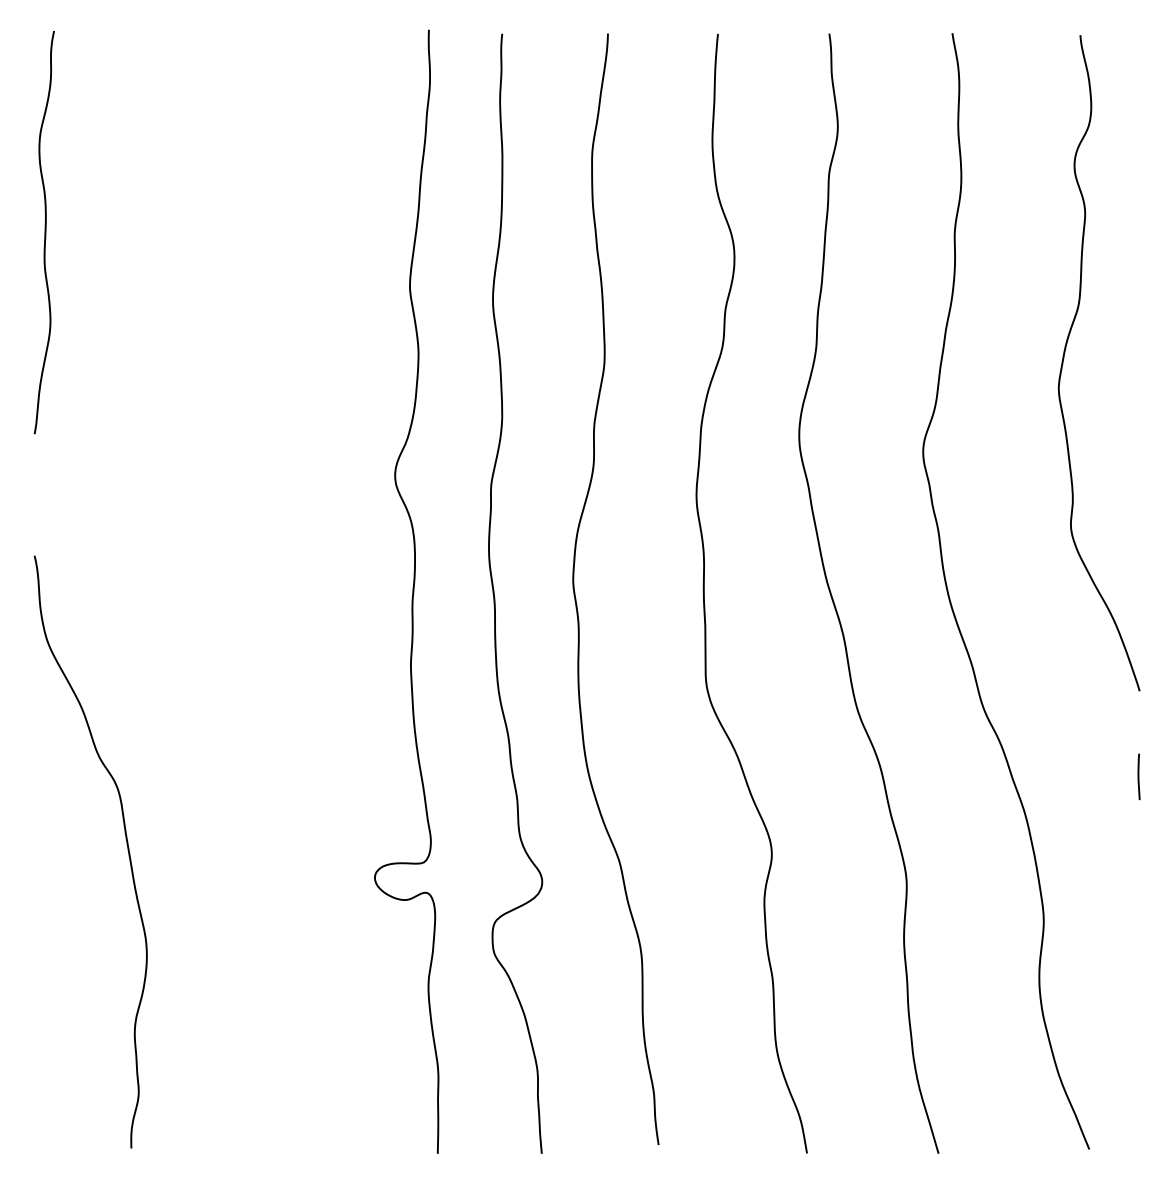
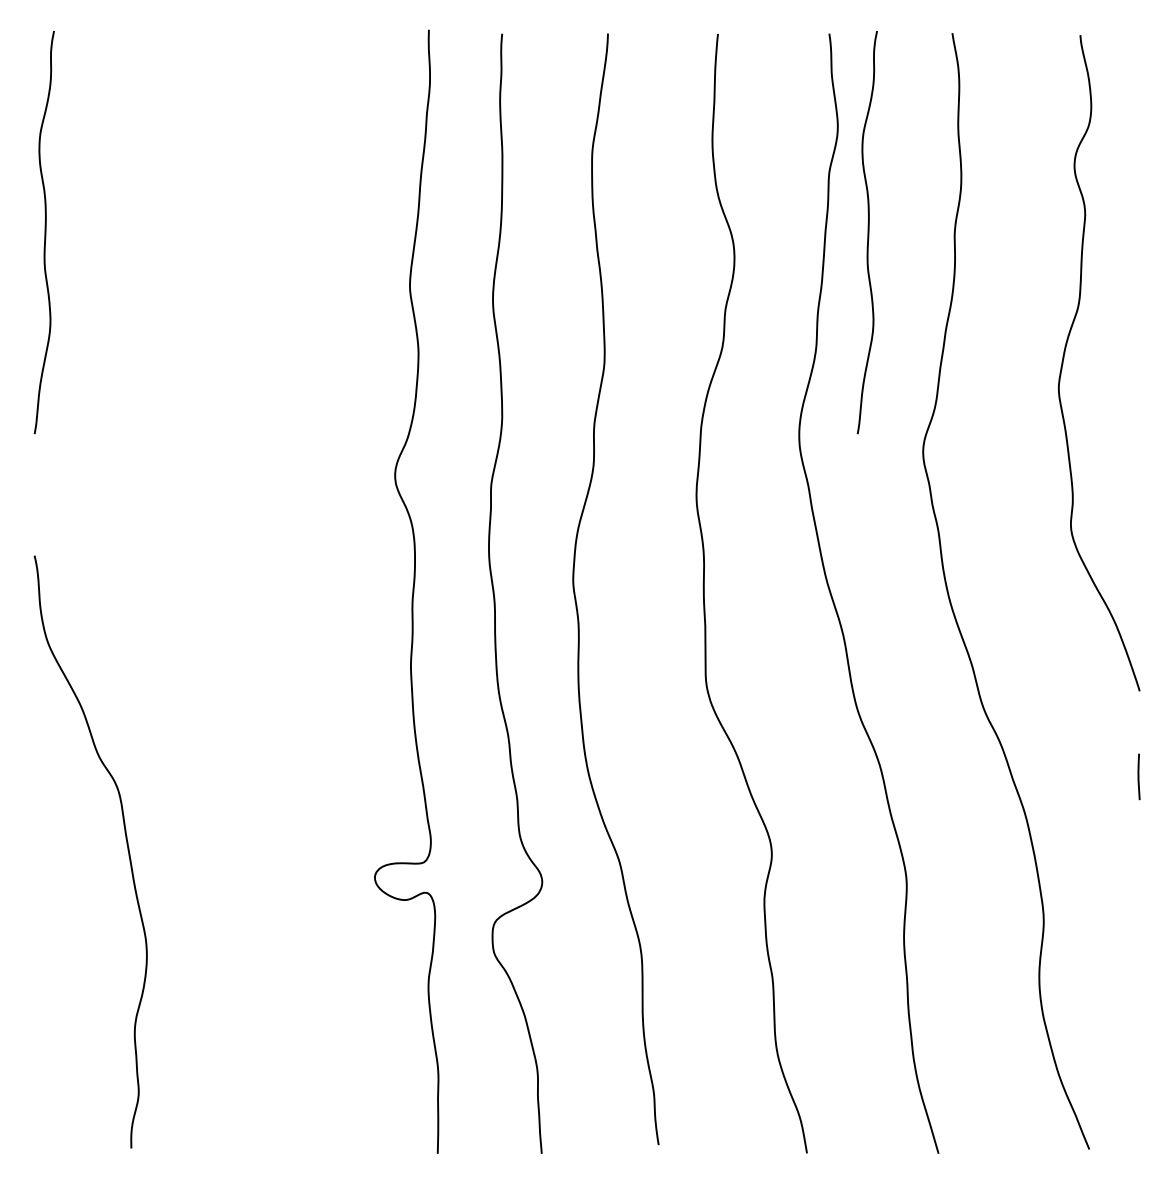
curve at (867, 232): none -> present
